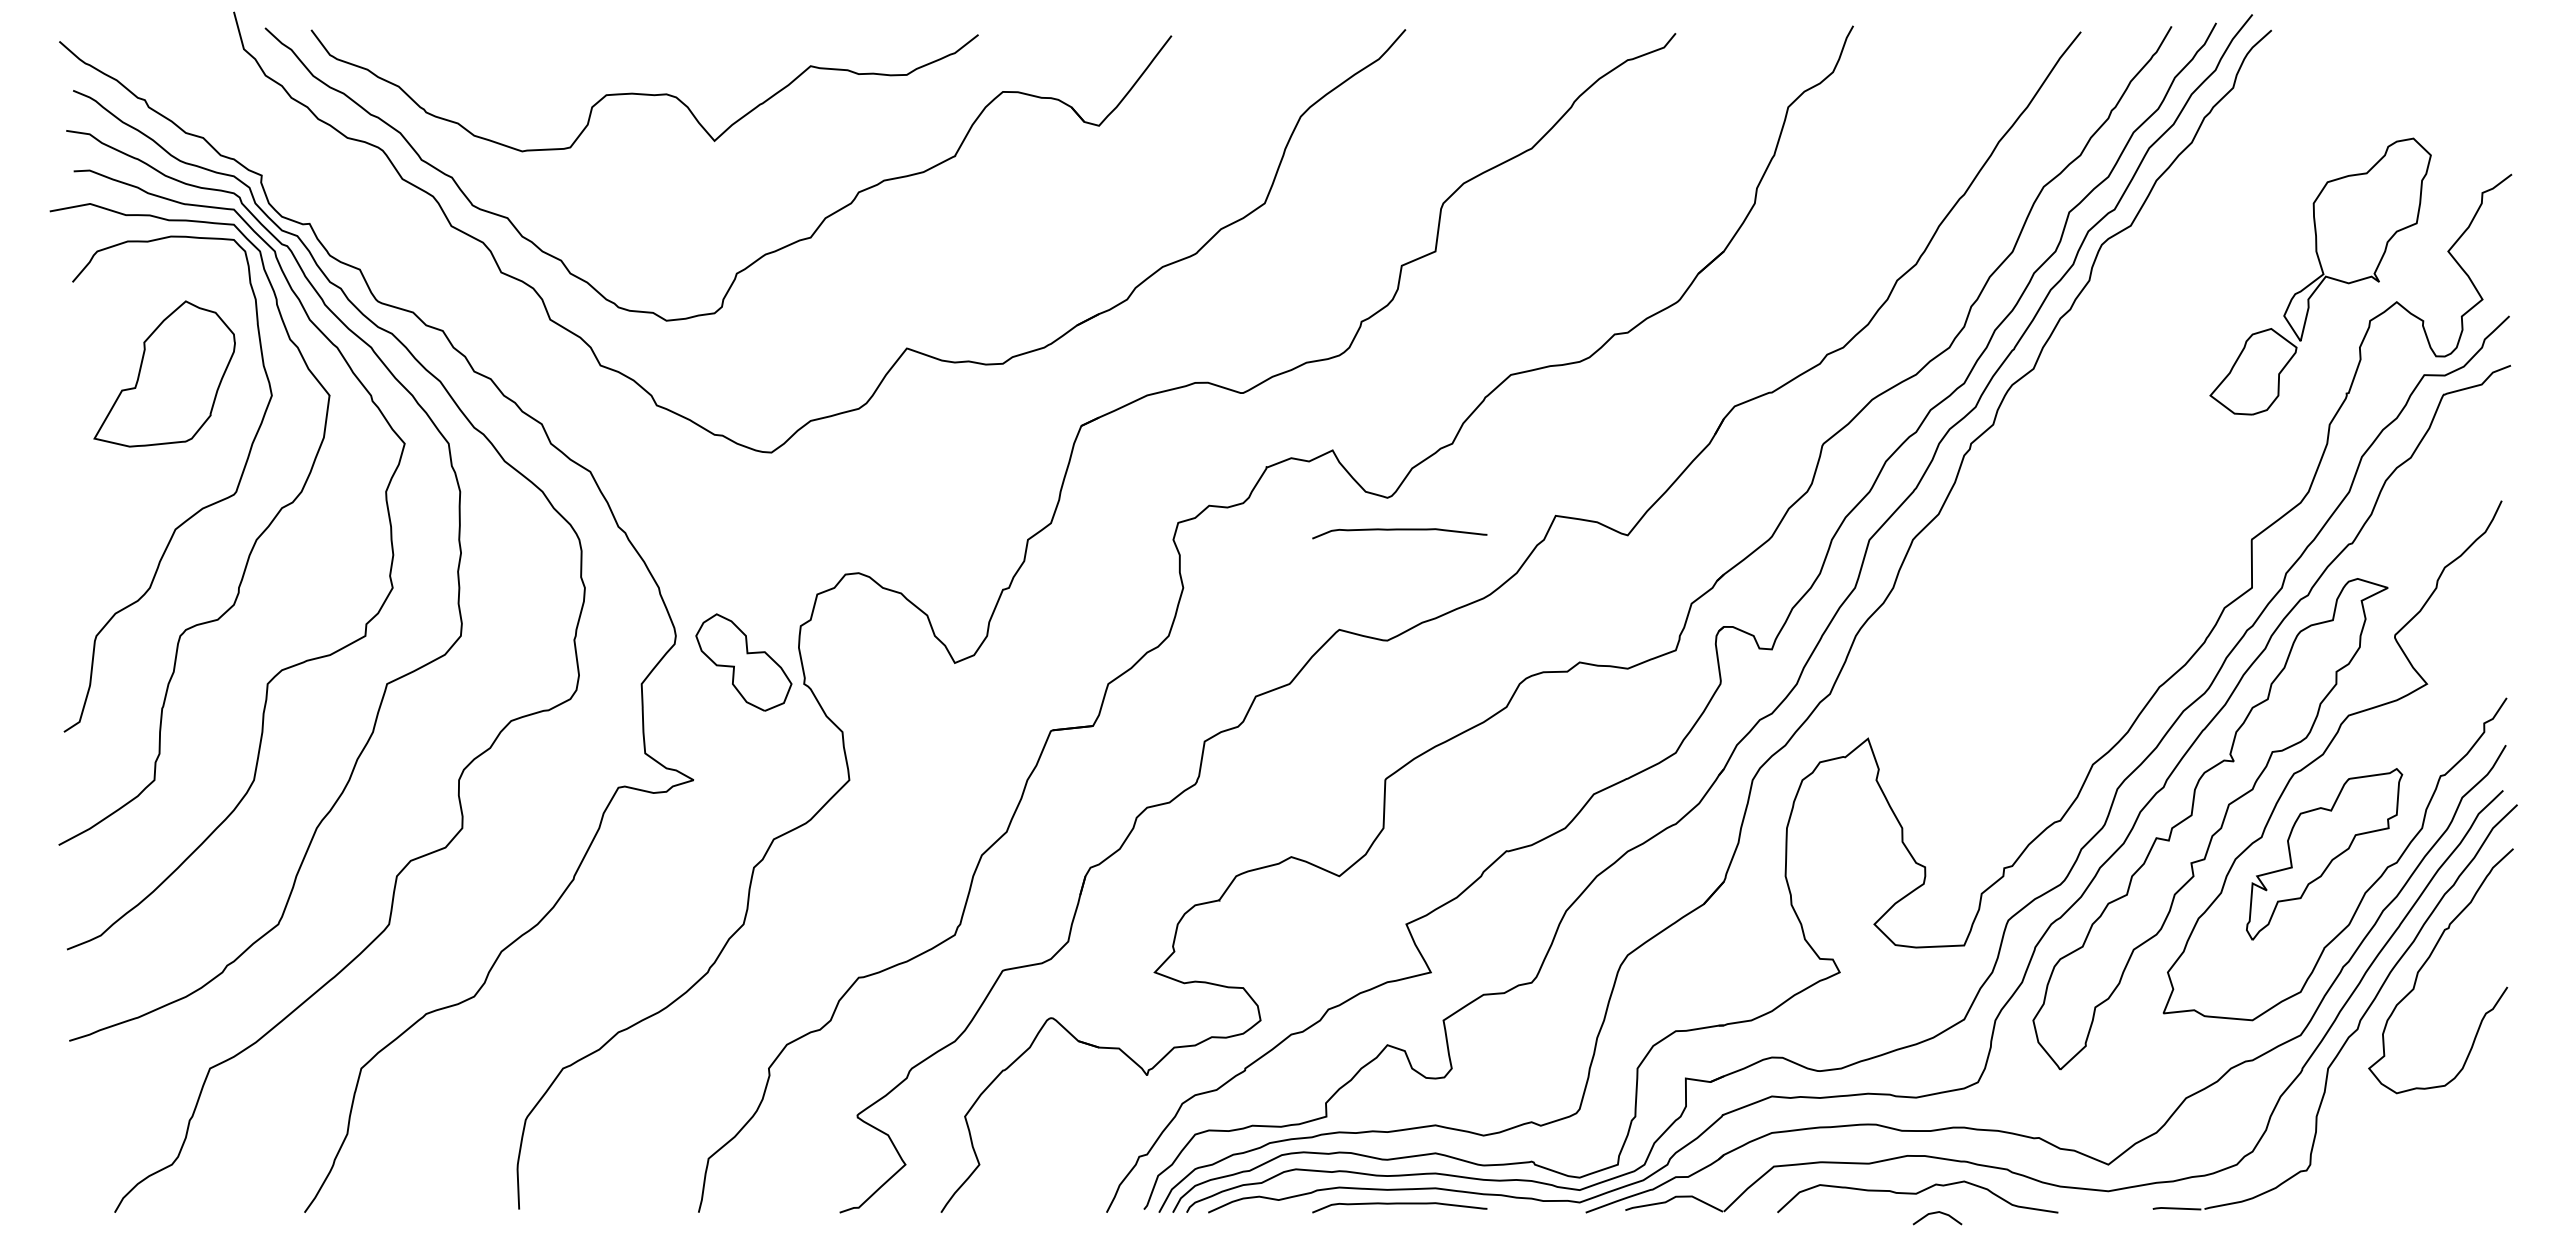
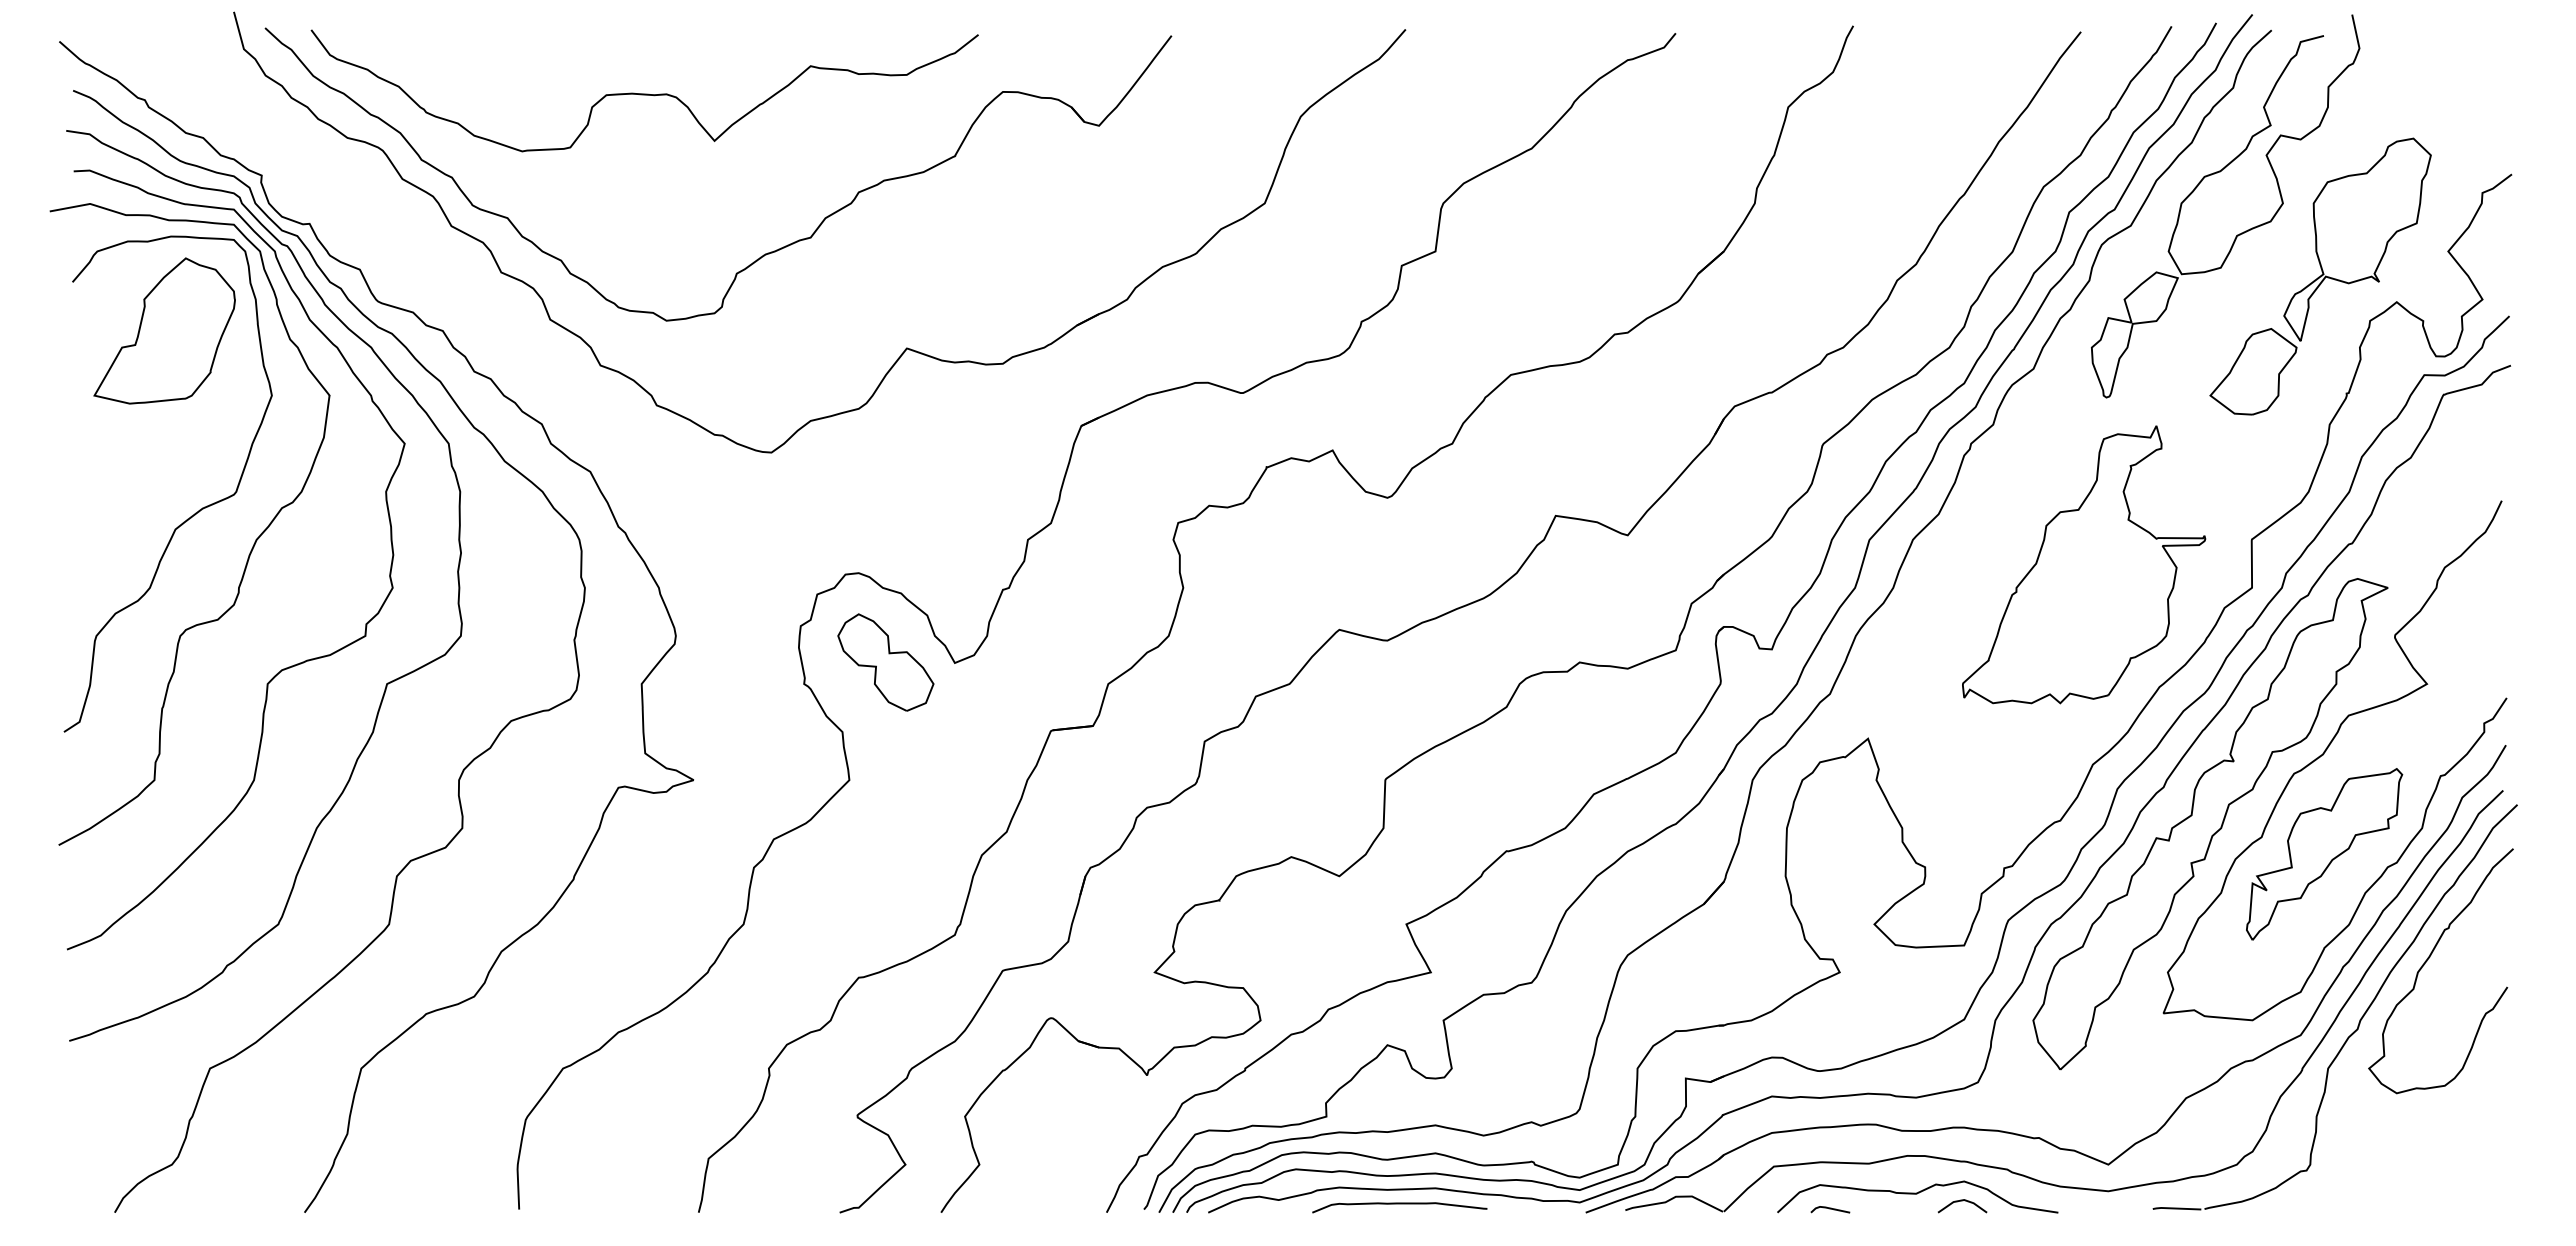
part at (2239, 233): none -> present
part at (164, 373) position: (164, 373) -> (164, 330)
curve at (1399, 530): present -> none
part at (2084, 564): none -> present
part at (743, 662) position: (743, 662) -> (885, 662)
line at (1830, 1209): none -> present
line at (1937, 1213) position: (1937, 1213) -> (1962, 1201)
